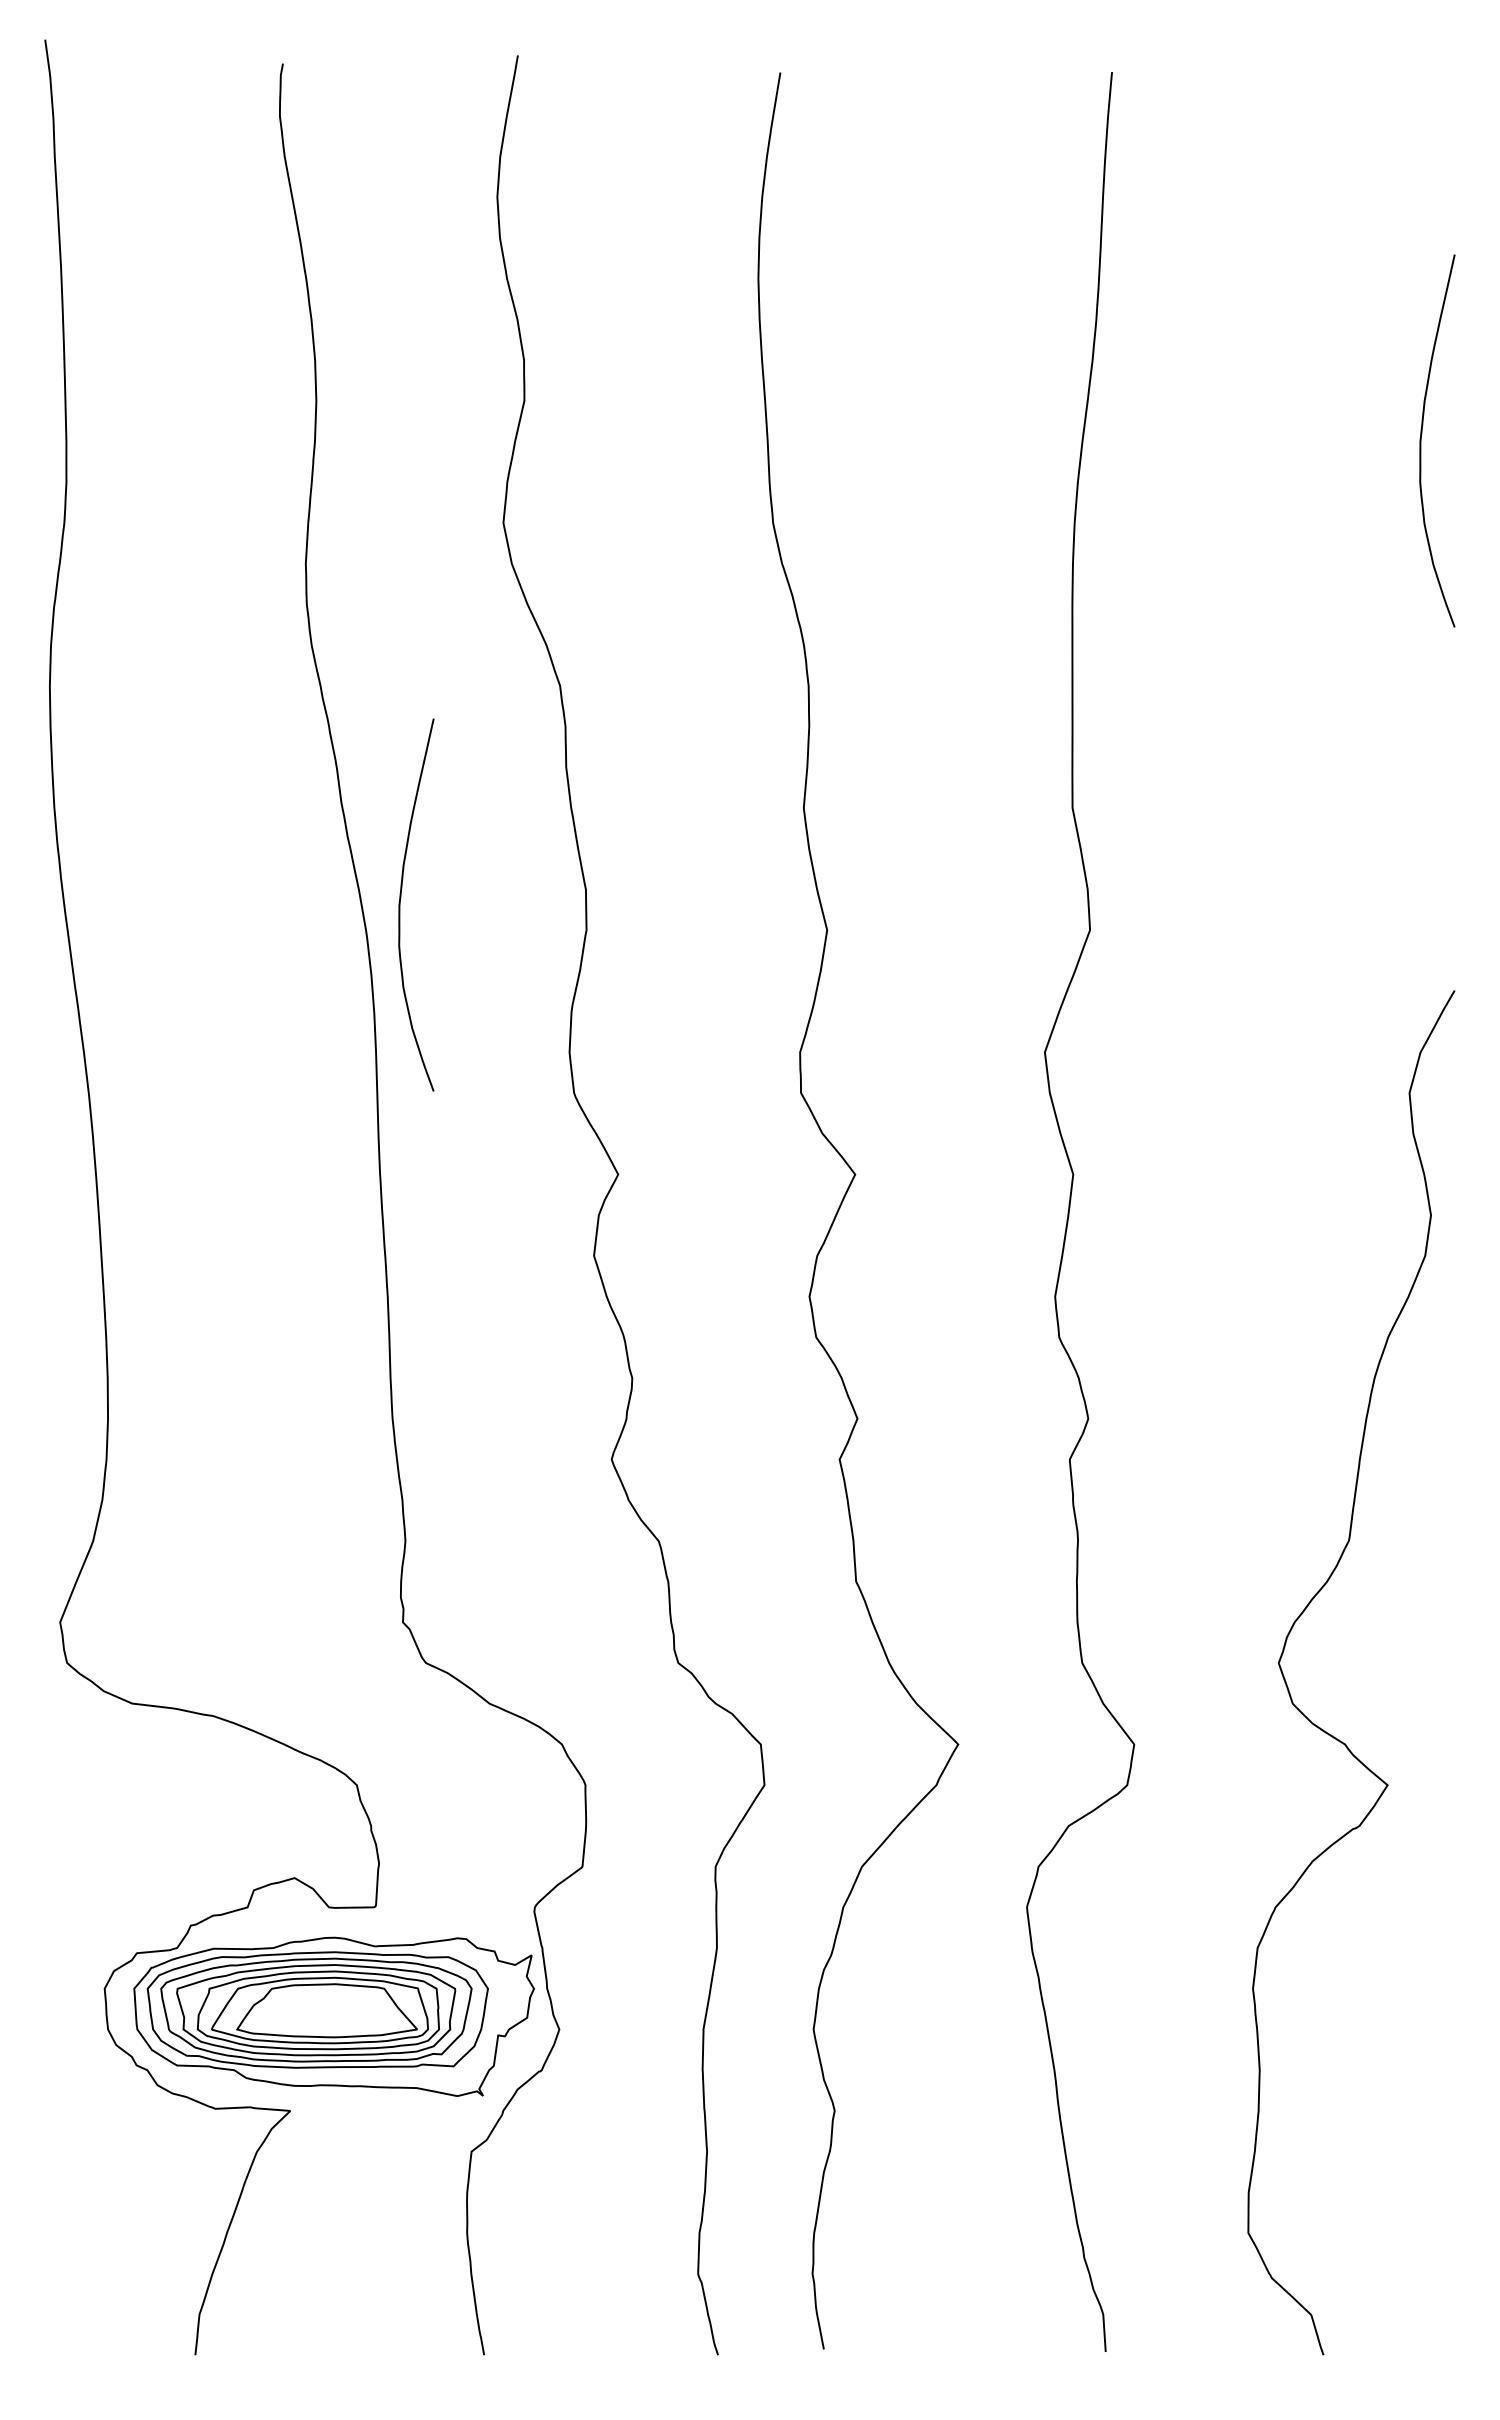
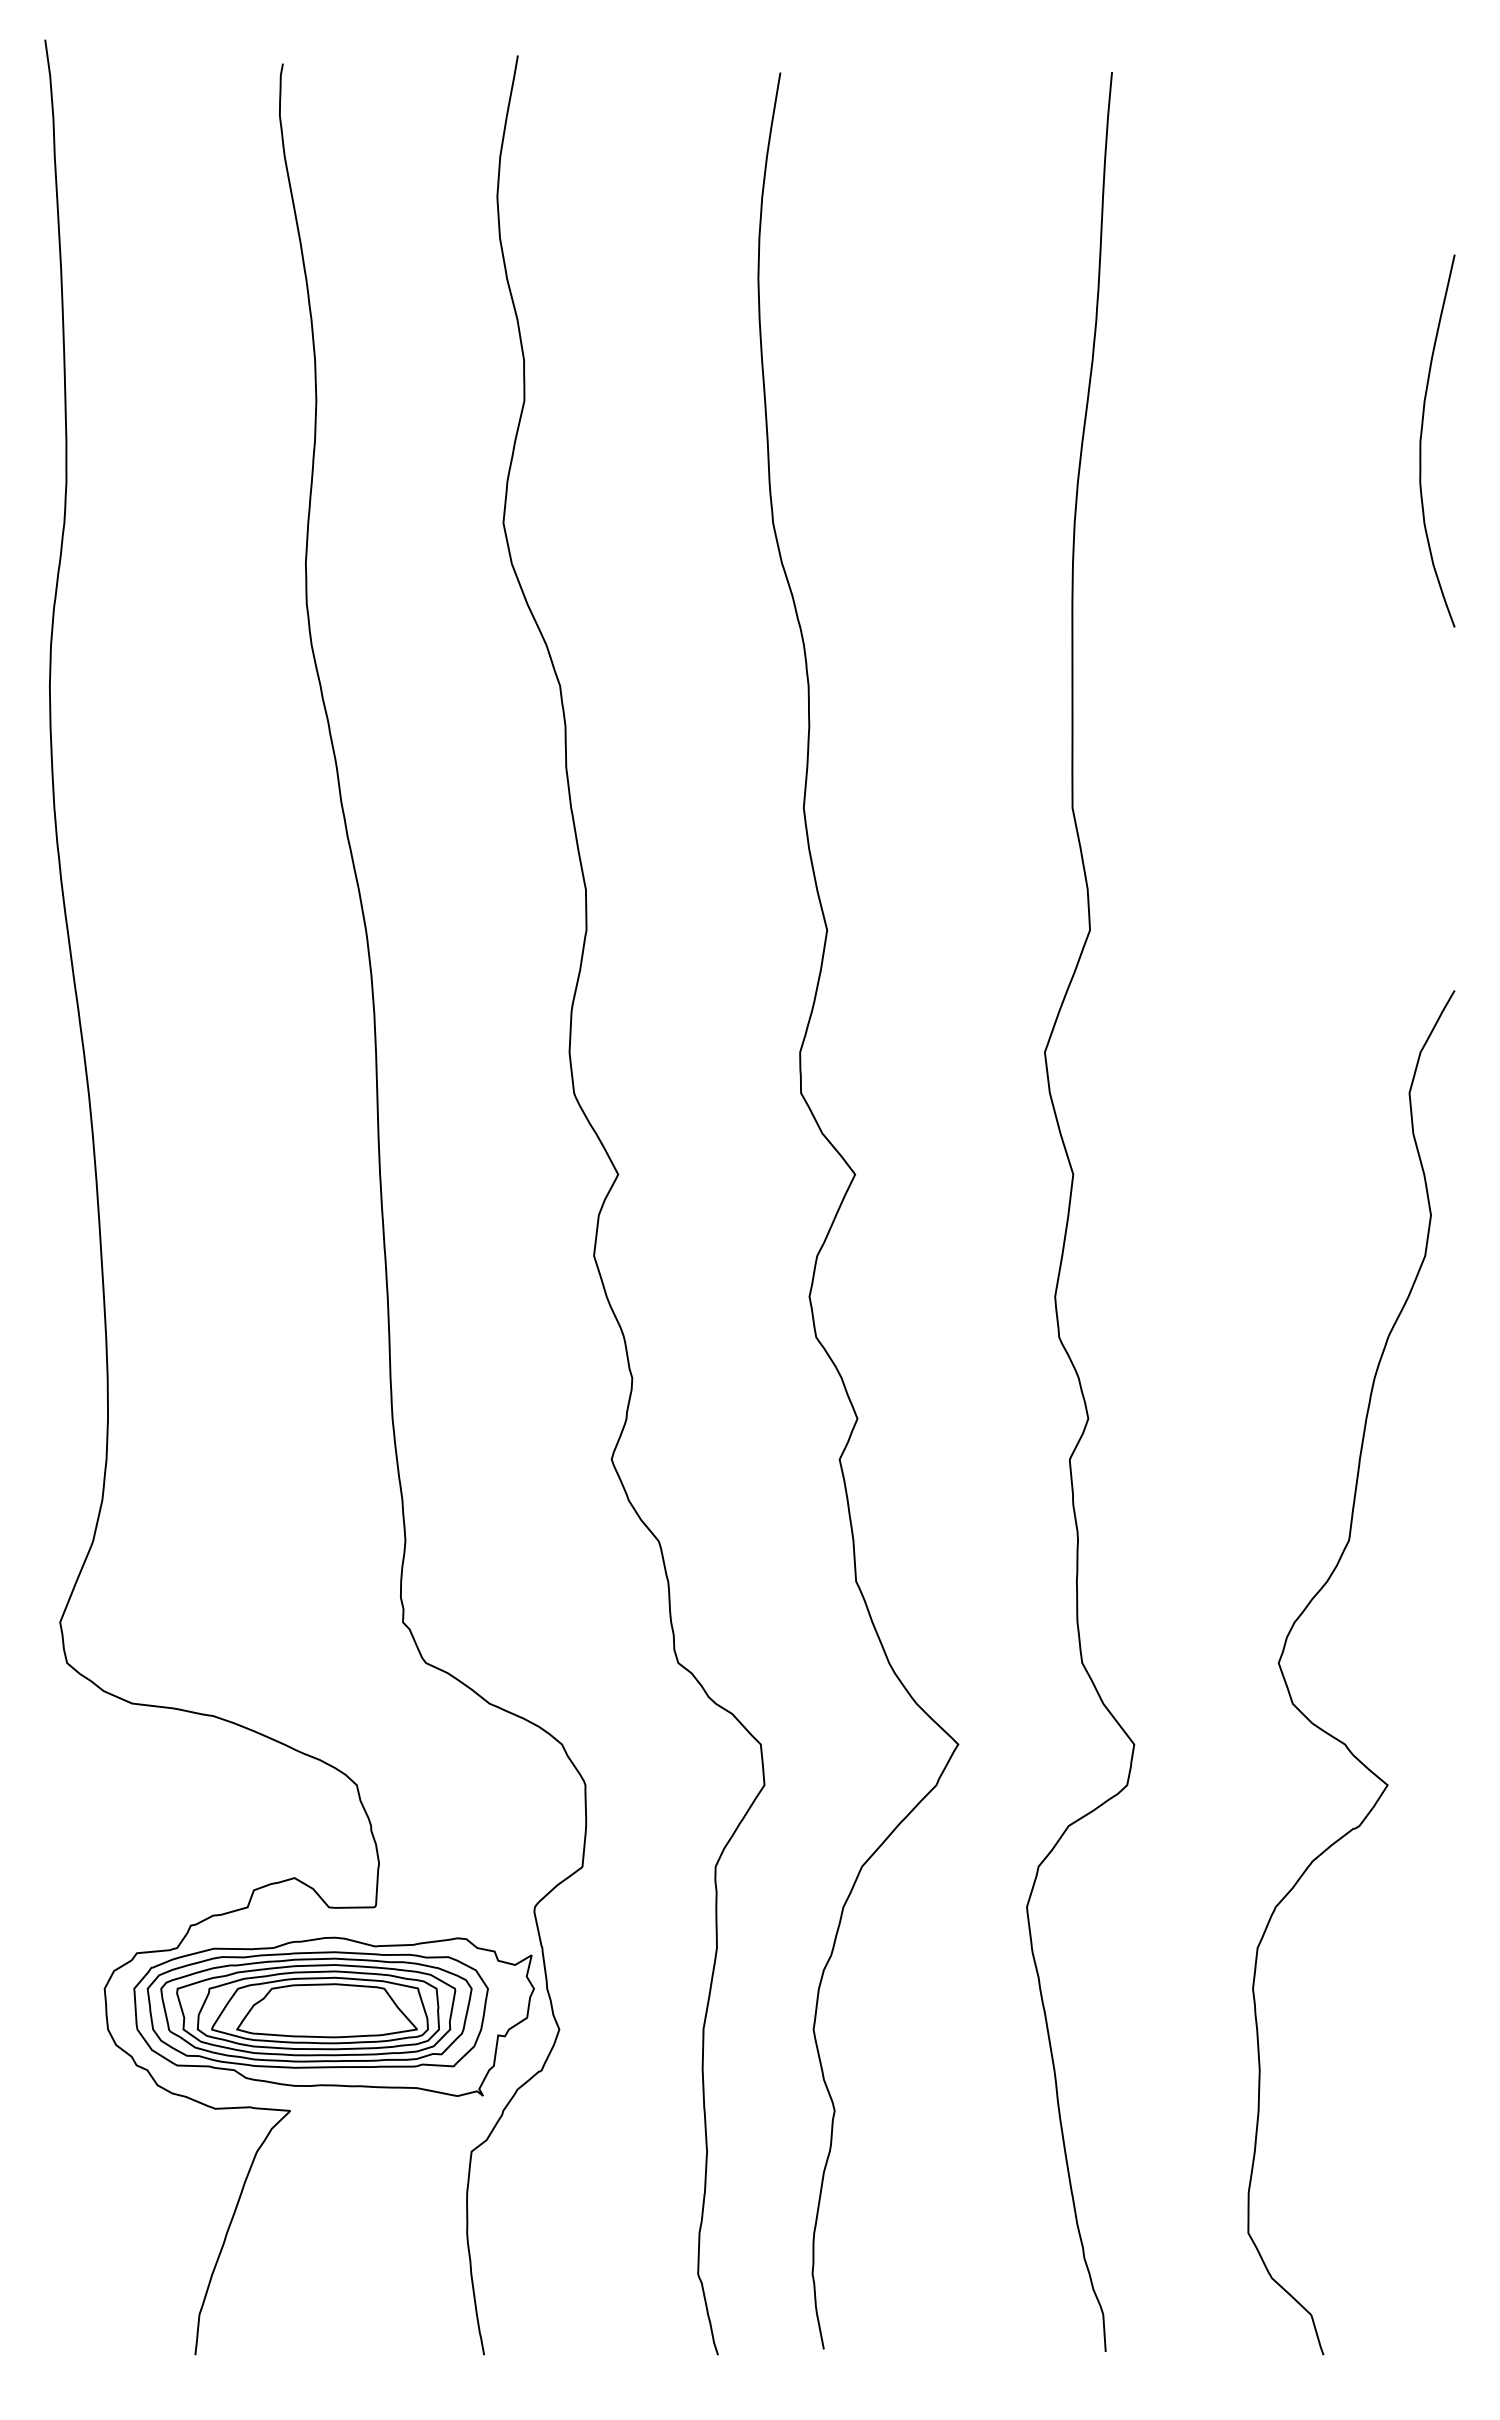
curve at (400, 904): present -> none
